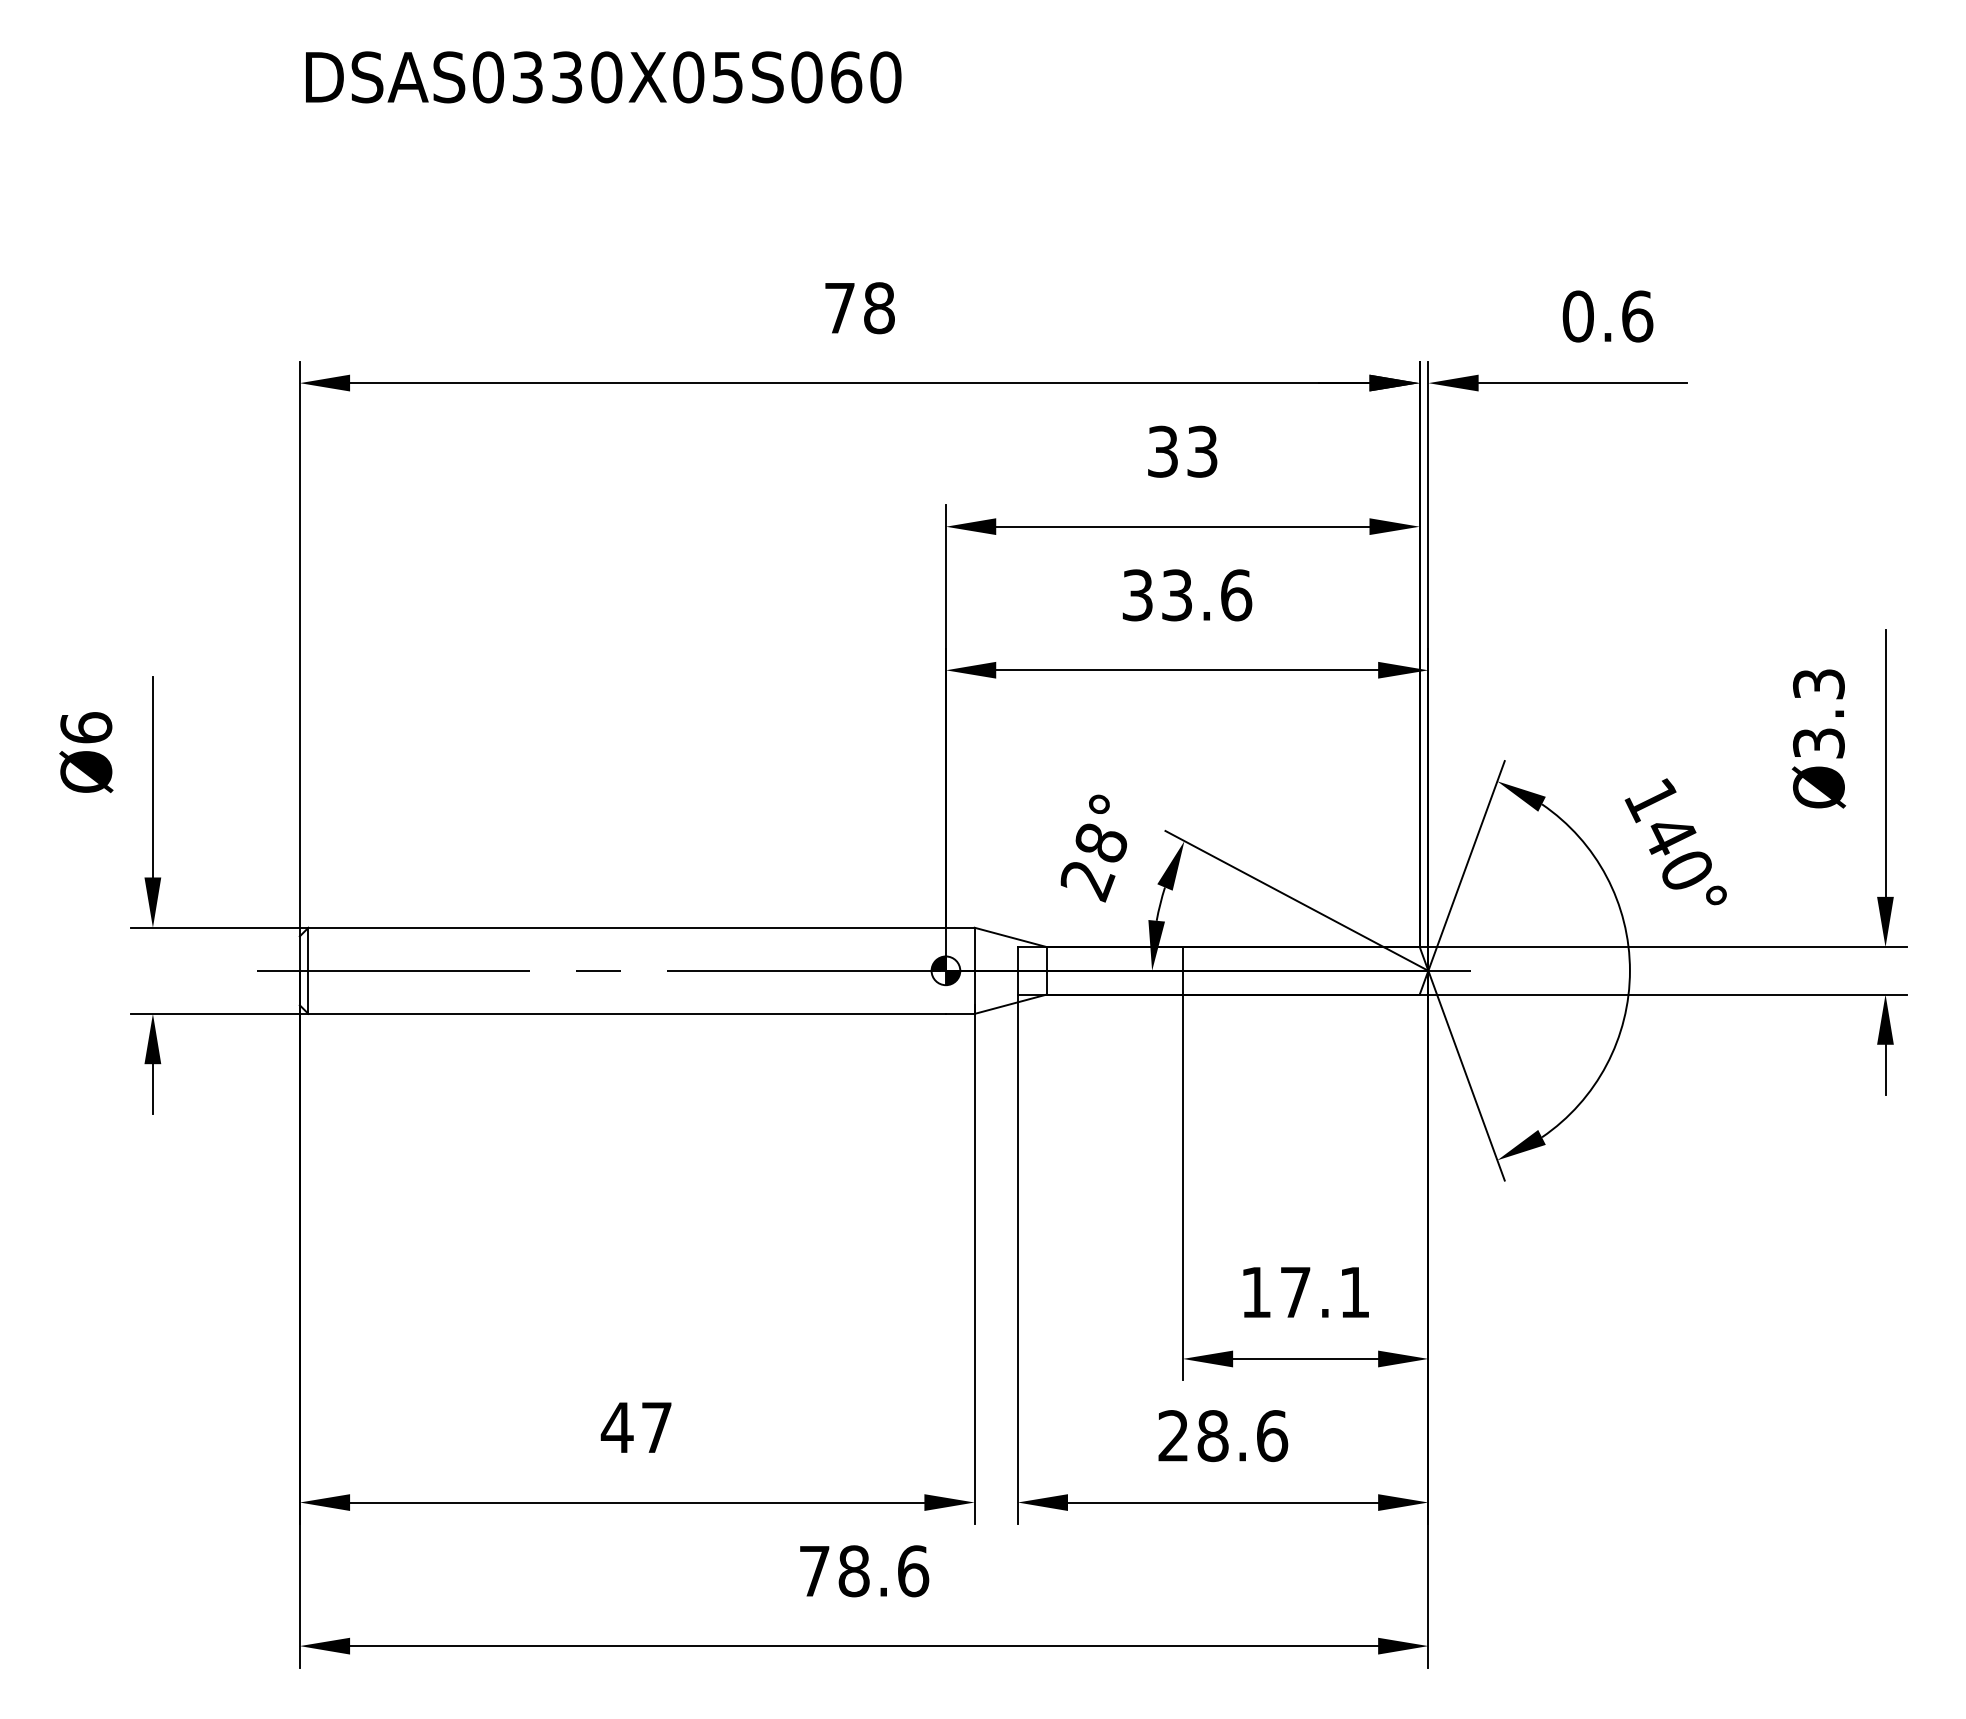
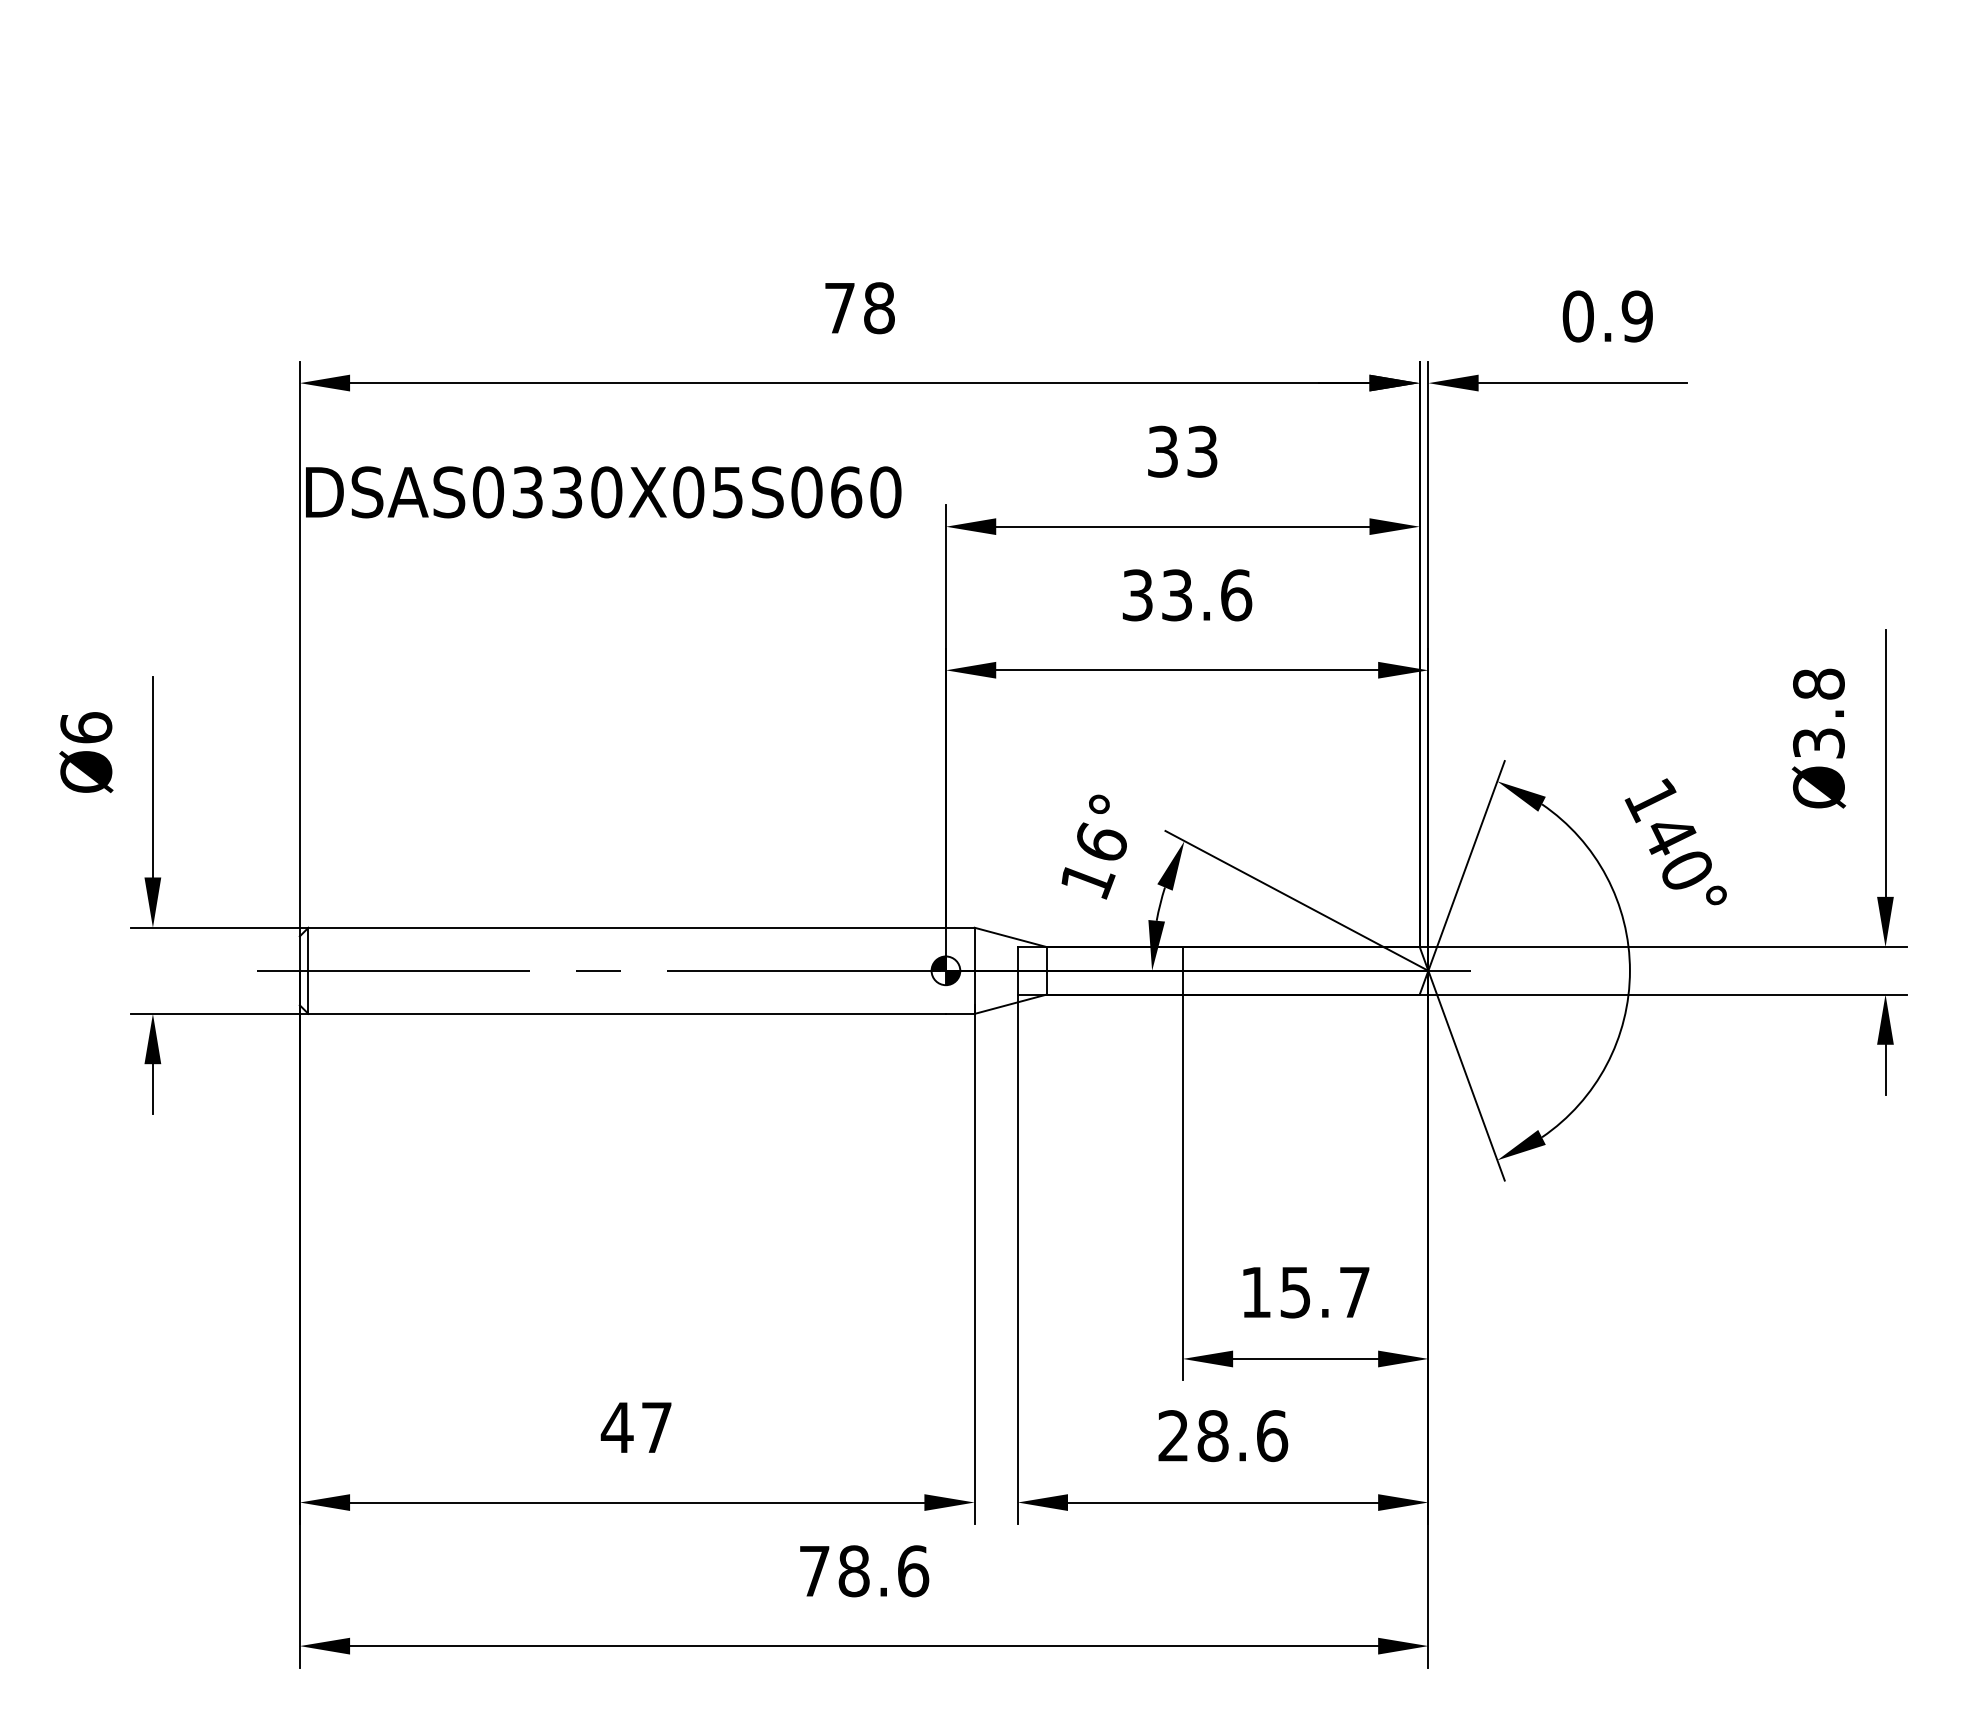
text at (603, 77) position: (603, 77) -> (603, 492)
text at (1637, 316): 0.6 -> 0.9
text at (1818, 683): Ø3.3 -> Ø3.8
text at (1093, 862): 28° -> 16°
text at (1324, 1292): 17.1 -> 15.7
